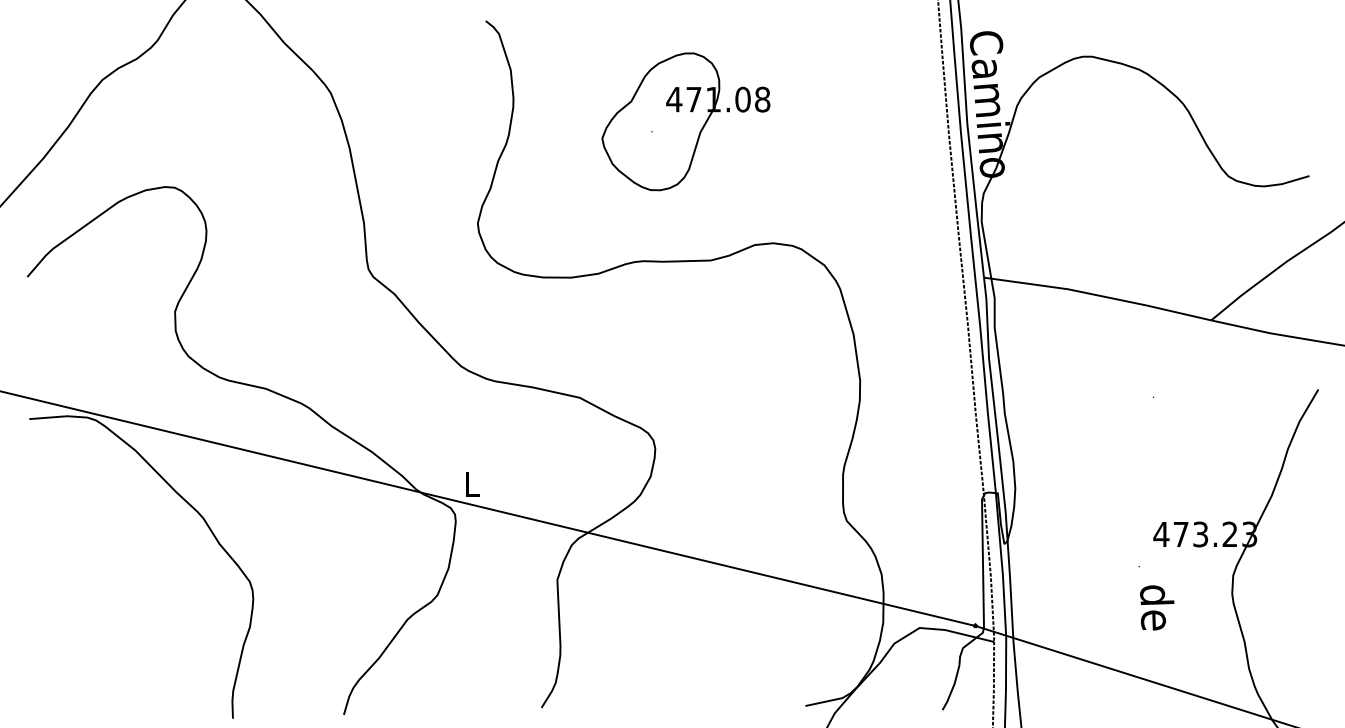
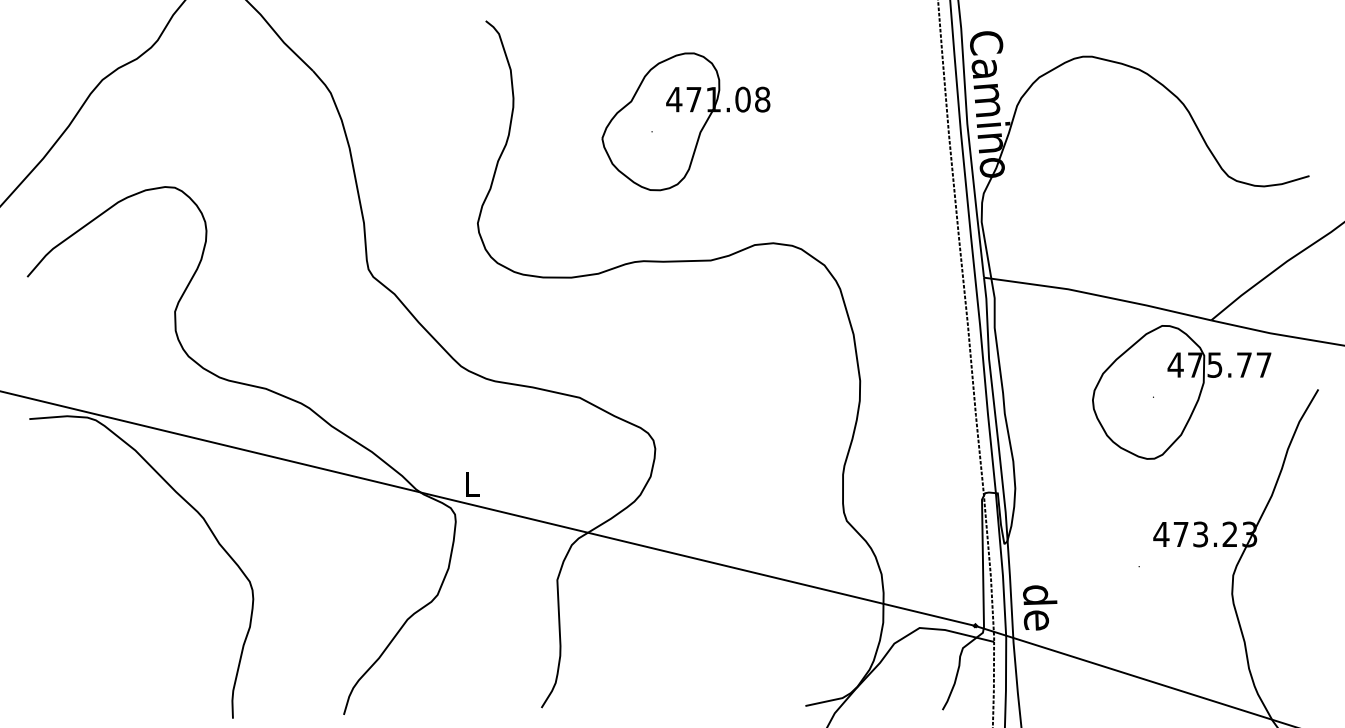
part at (1181, 392): none -> present
text at (1157, 607) position: (1157, 607) -> (1040, 607)
